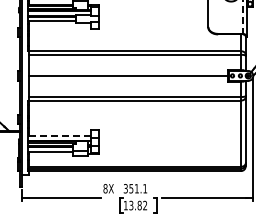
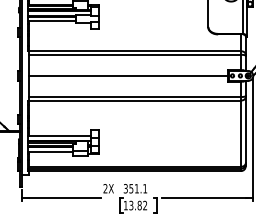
line at (242, 17): dashed -> solid
line at (58, 136): dashed -> solid
text at (105, 188): 8X -> 2X
